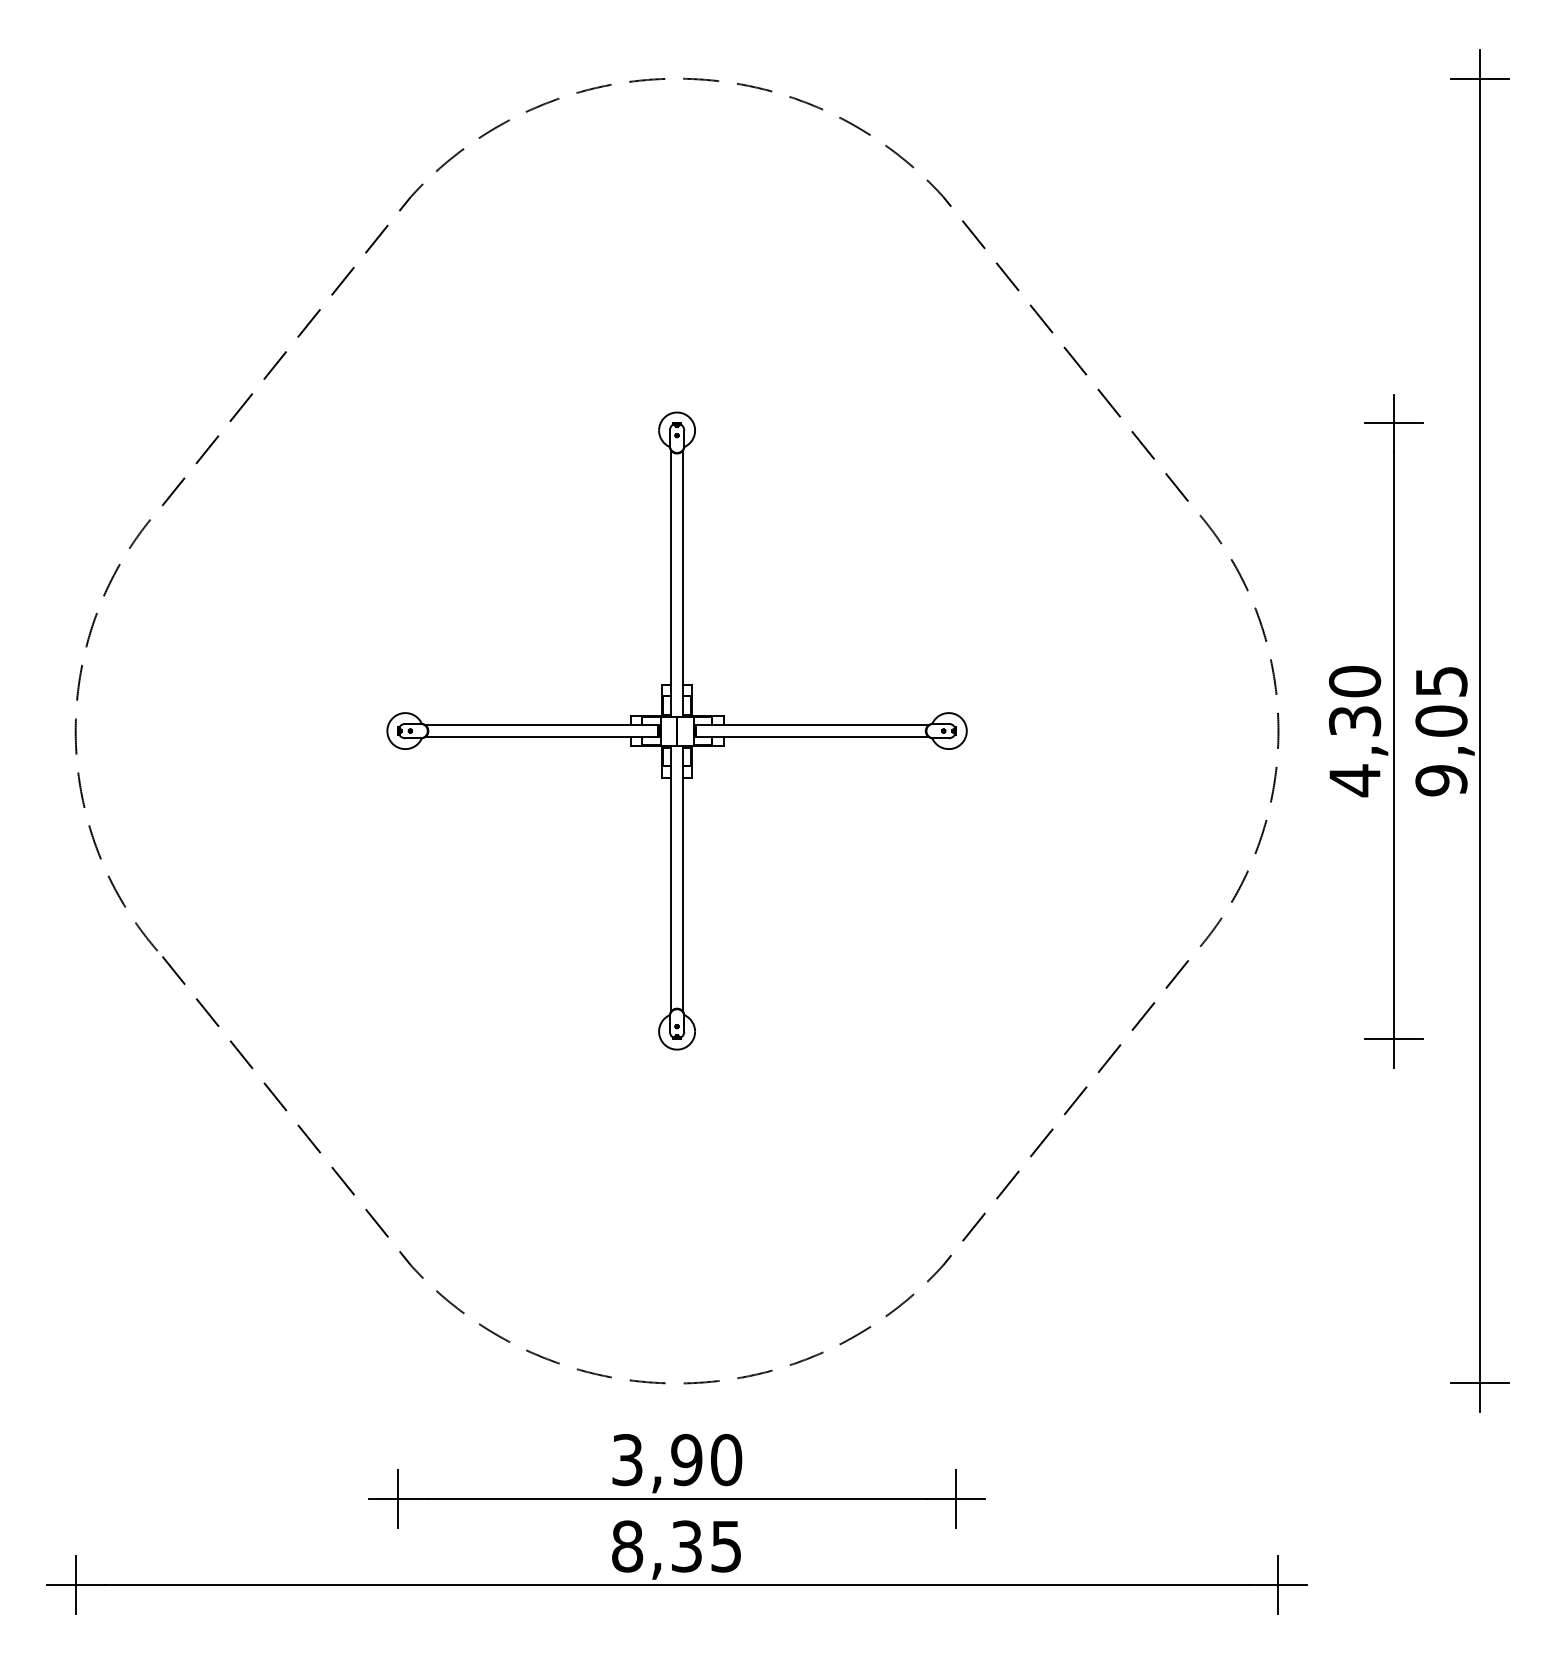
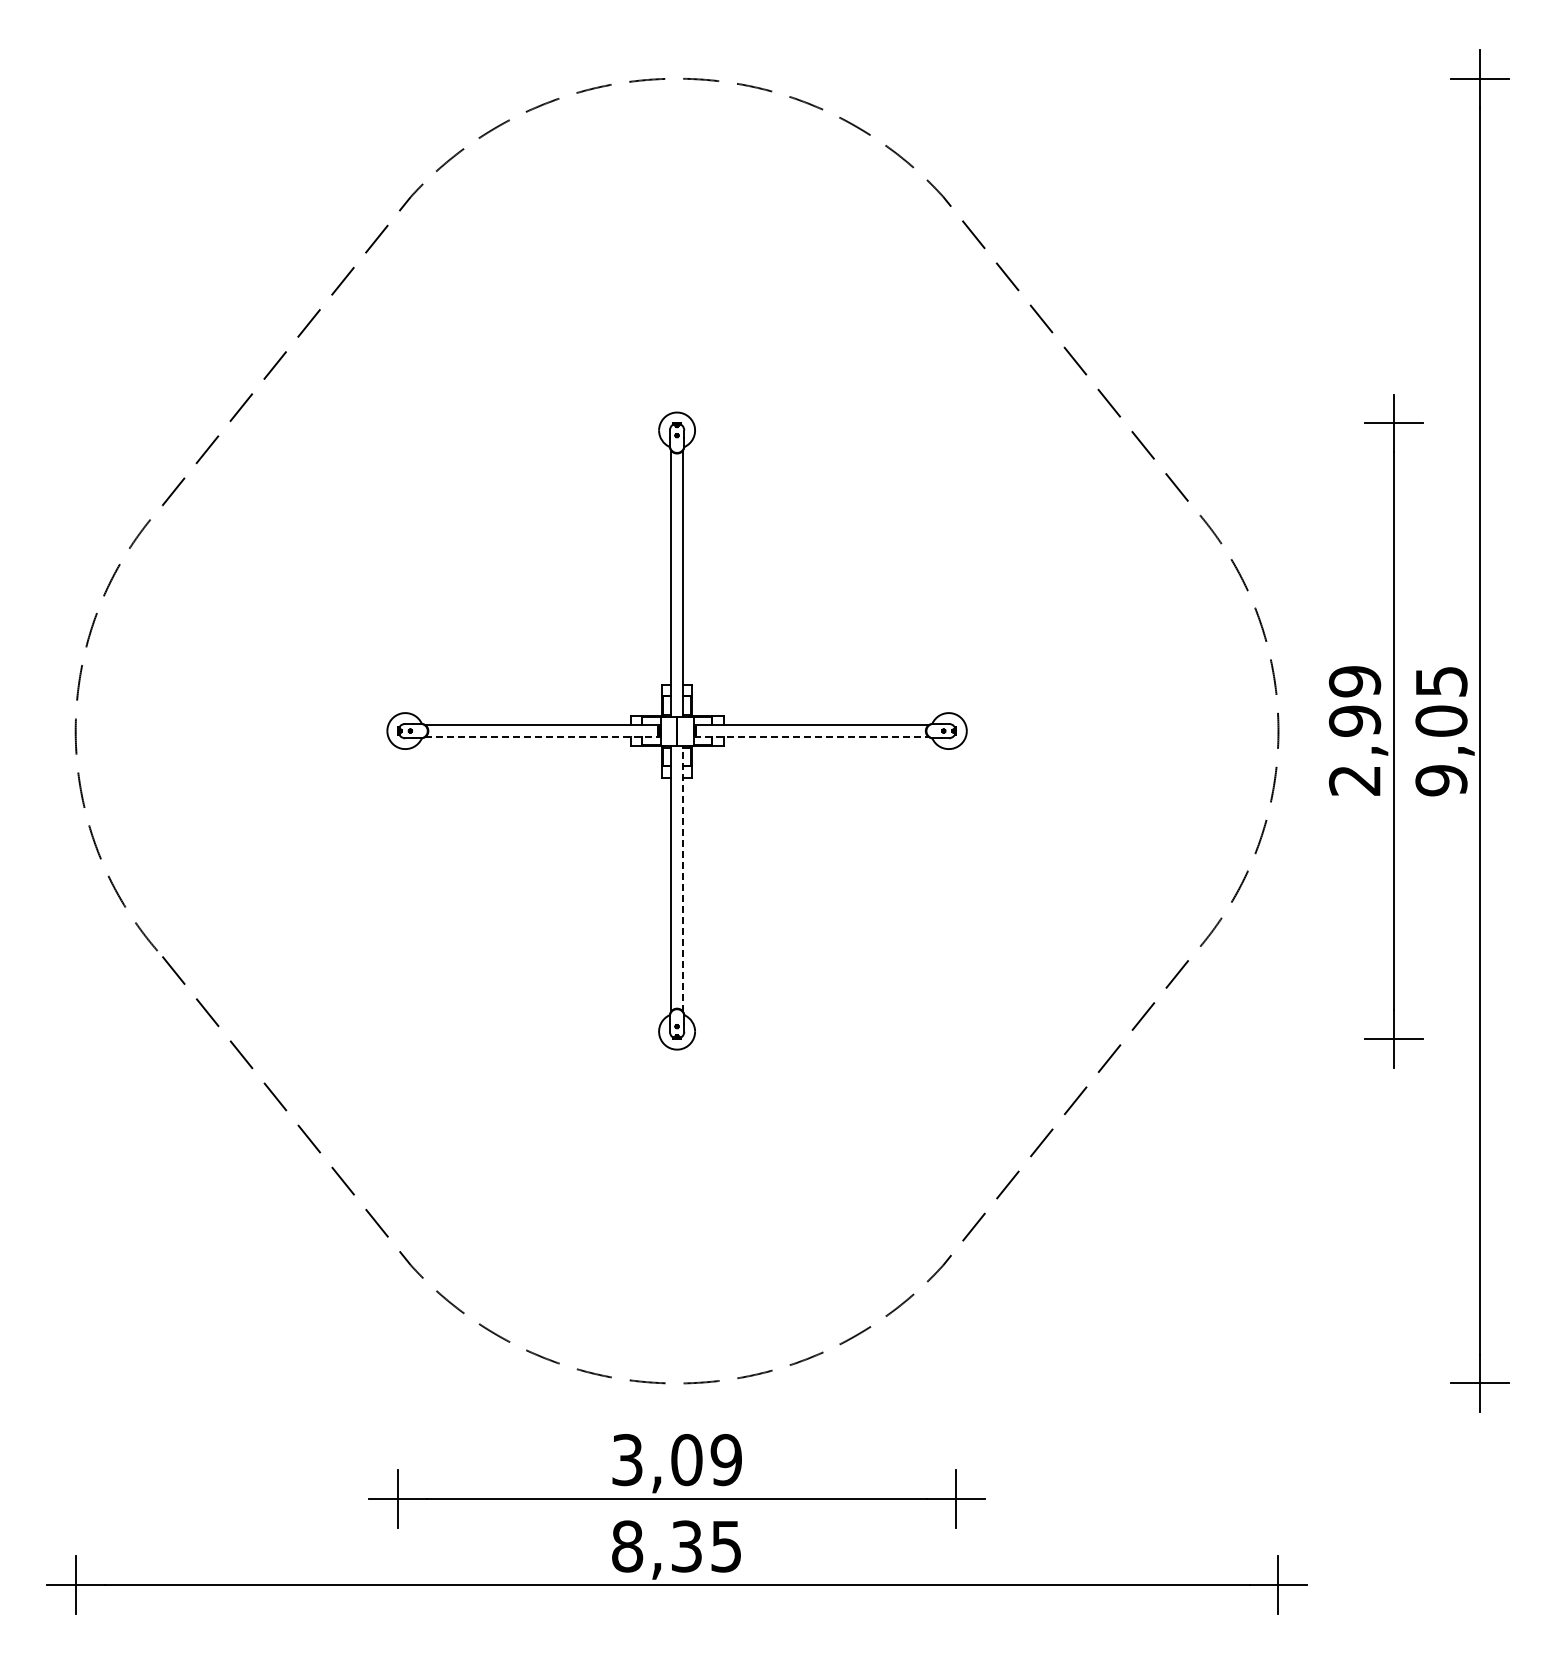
text at (1354, 731): 4,30 -> 2,99
line at (542, 737): solid -> dashed
line at (811, 737): solid -> dashed
line at (683, 878): solid -> dashed
text at (706, 1460): 3,90 -> 3,09
